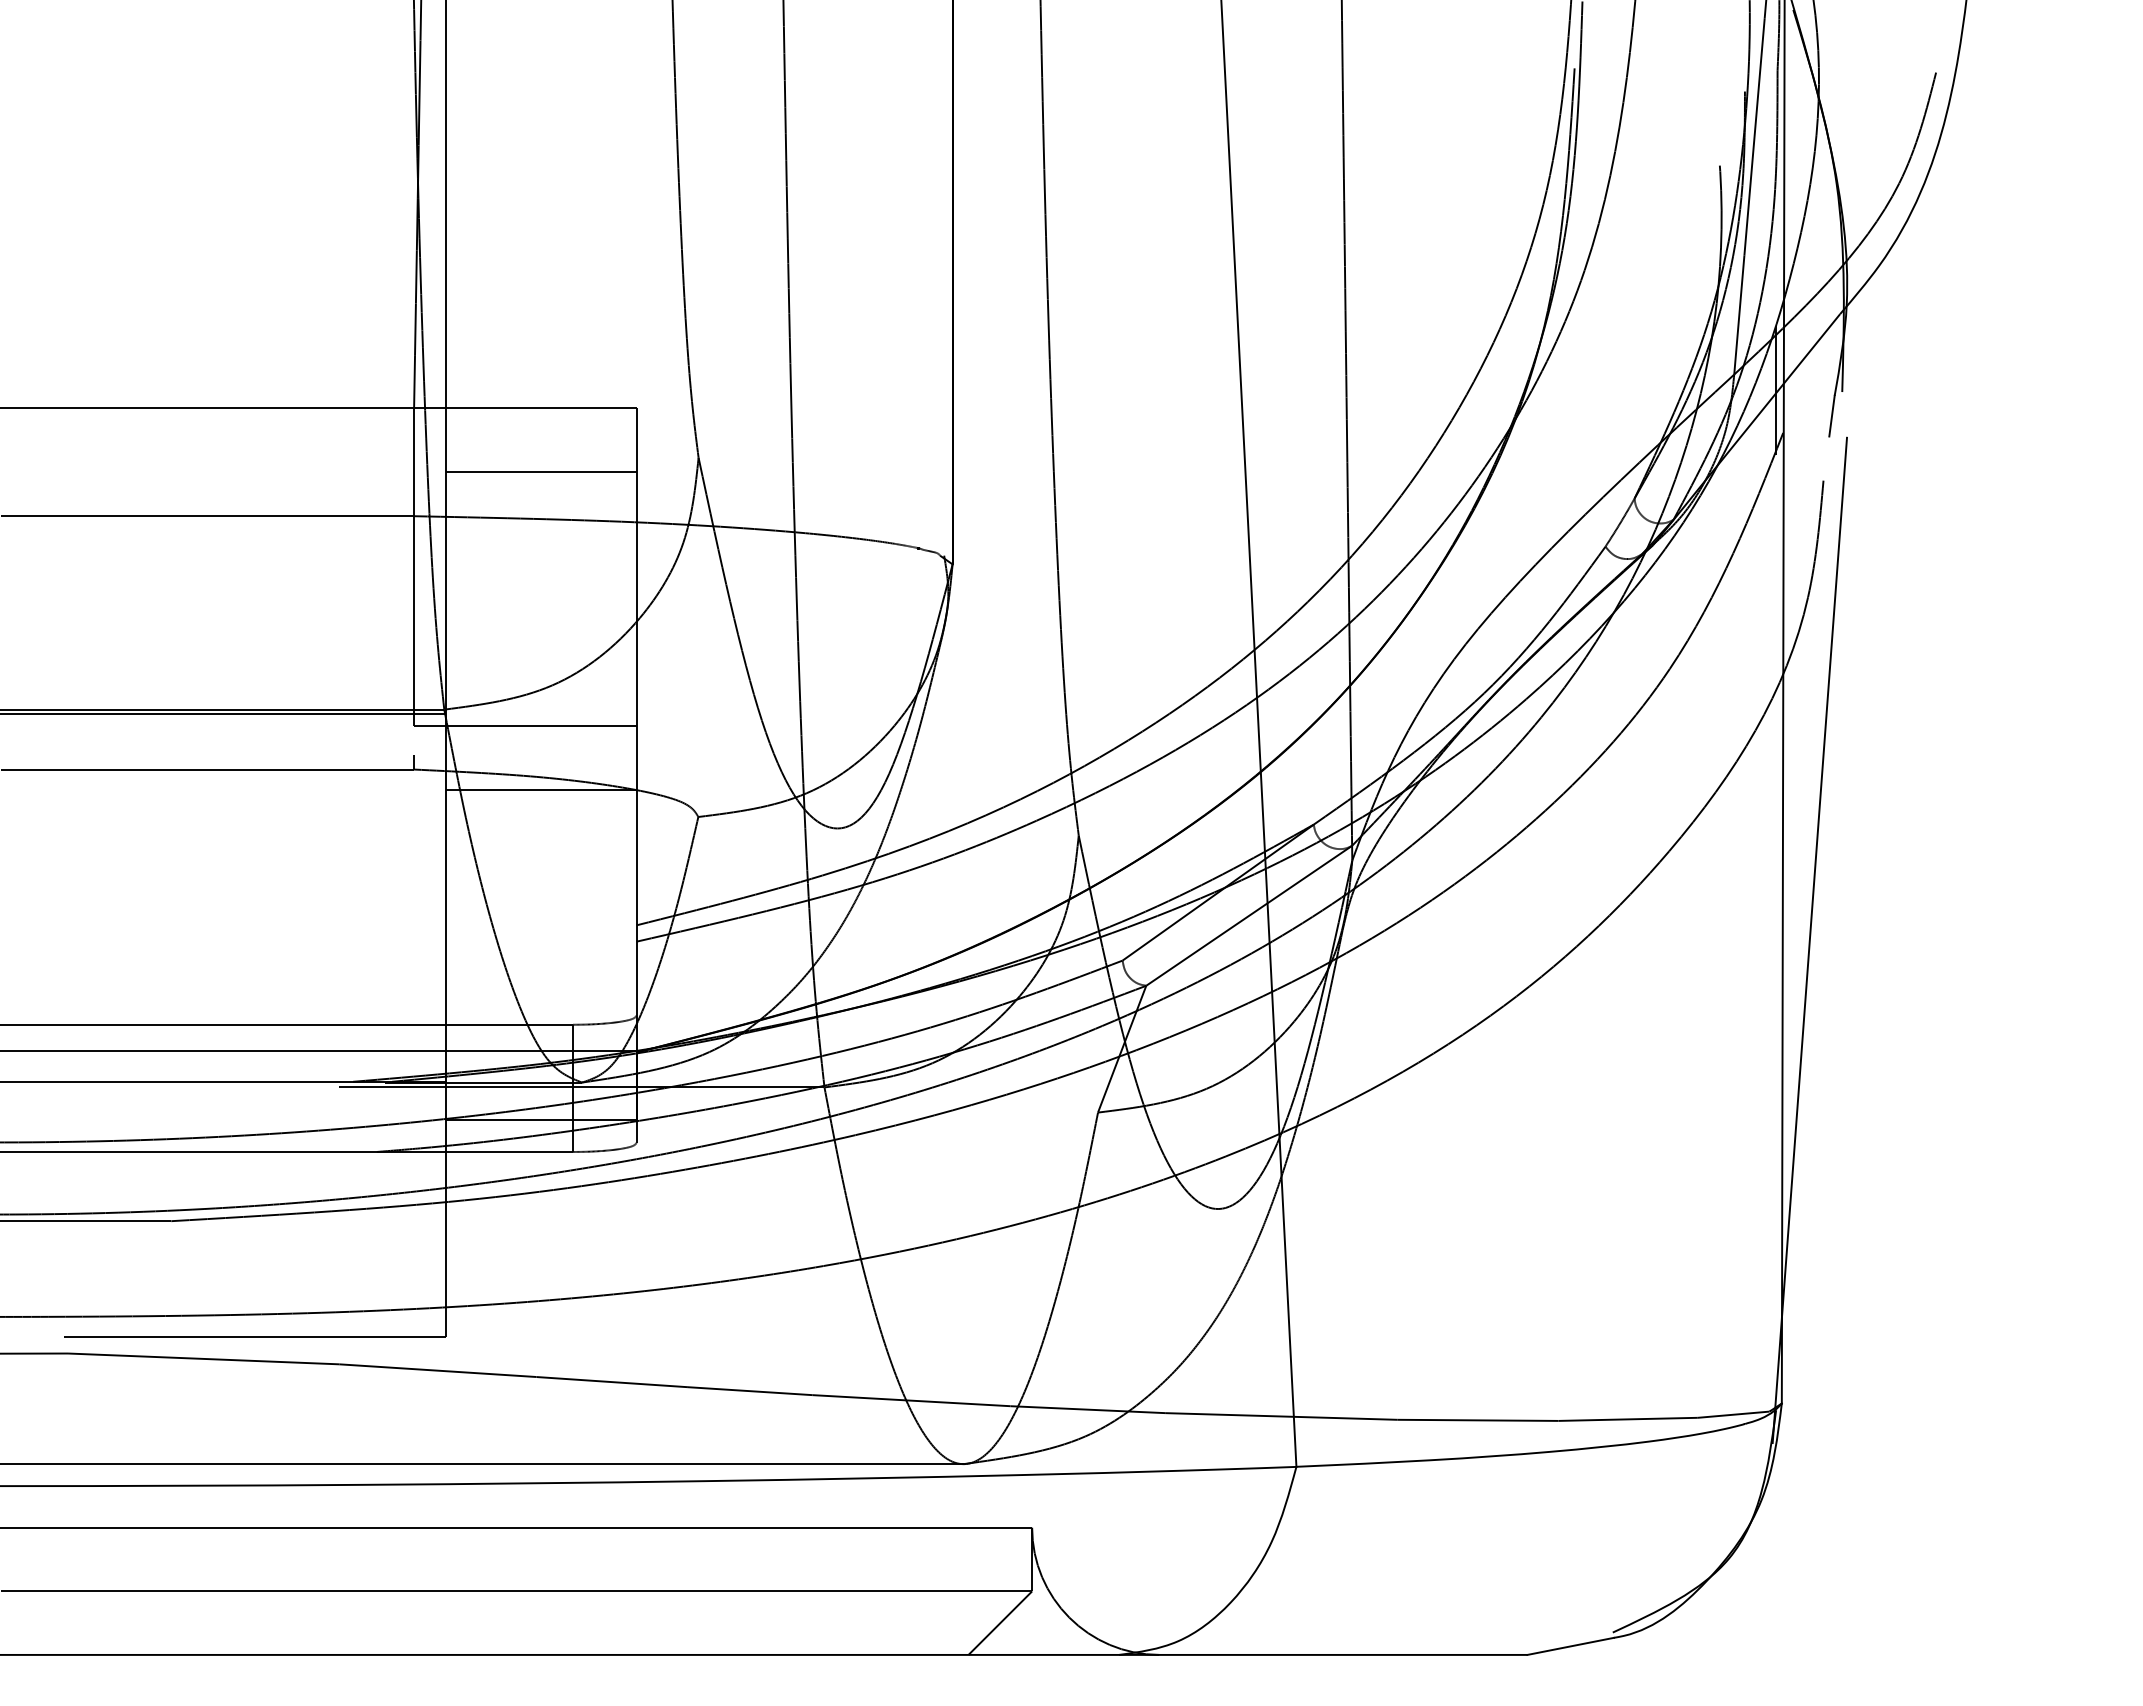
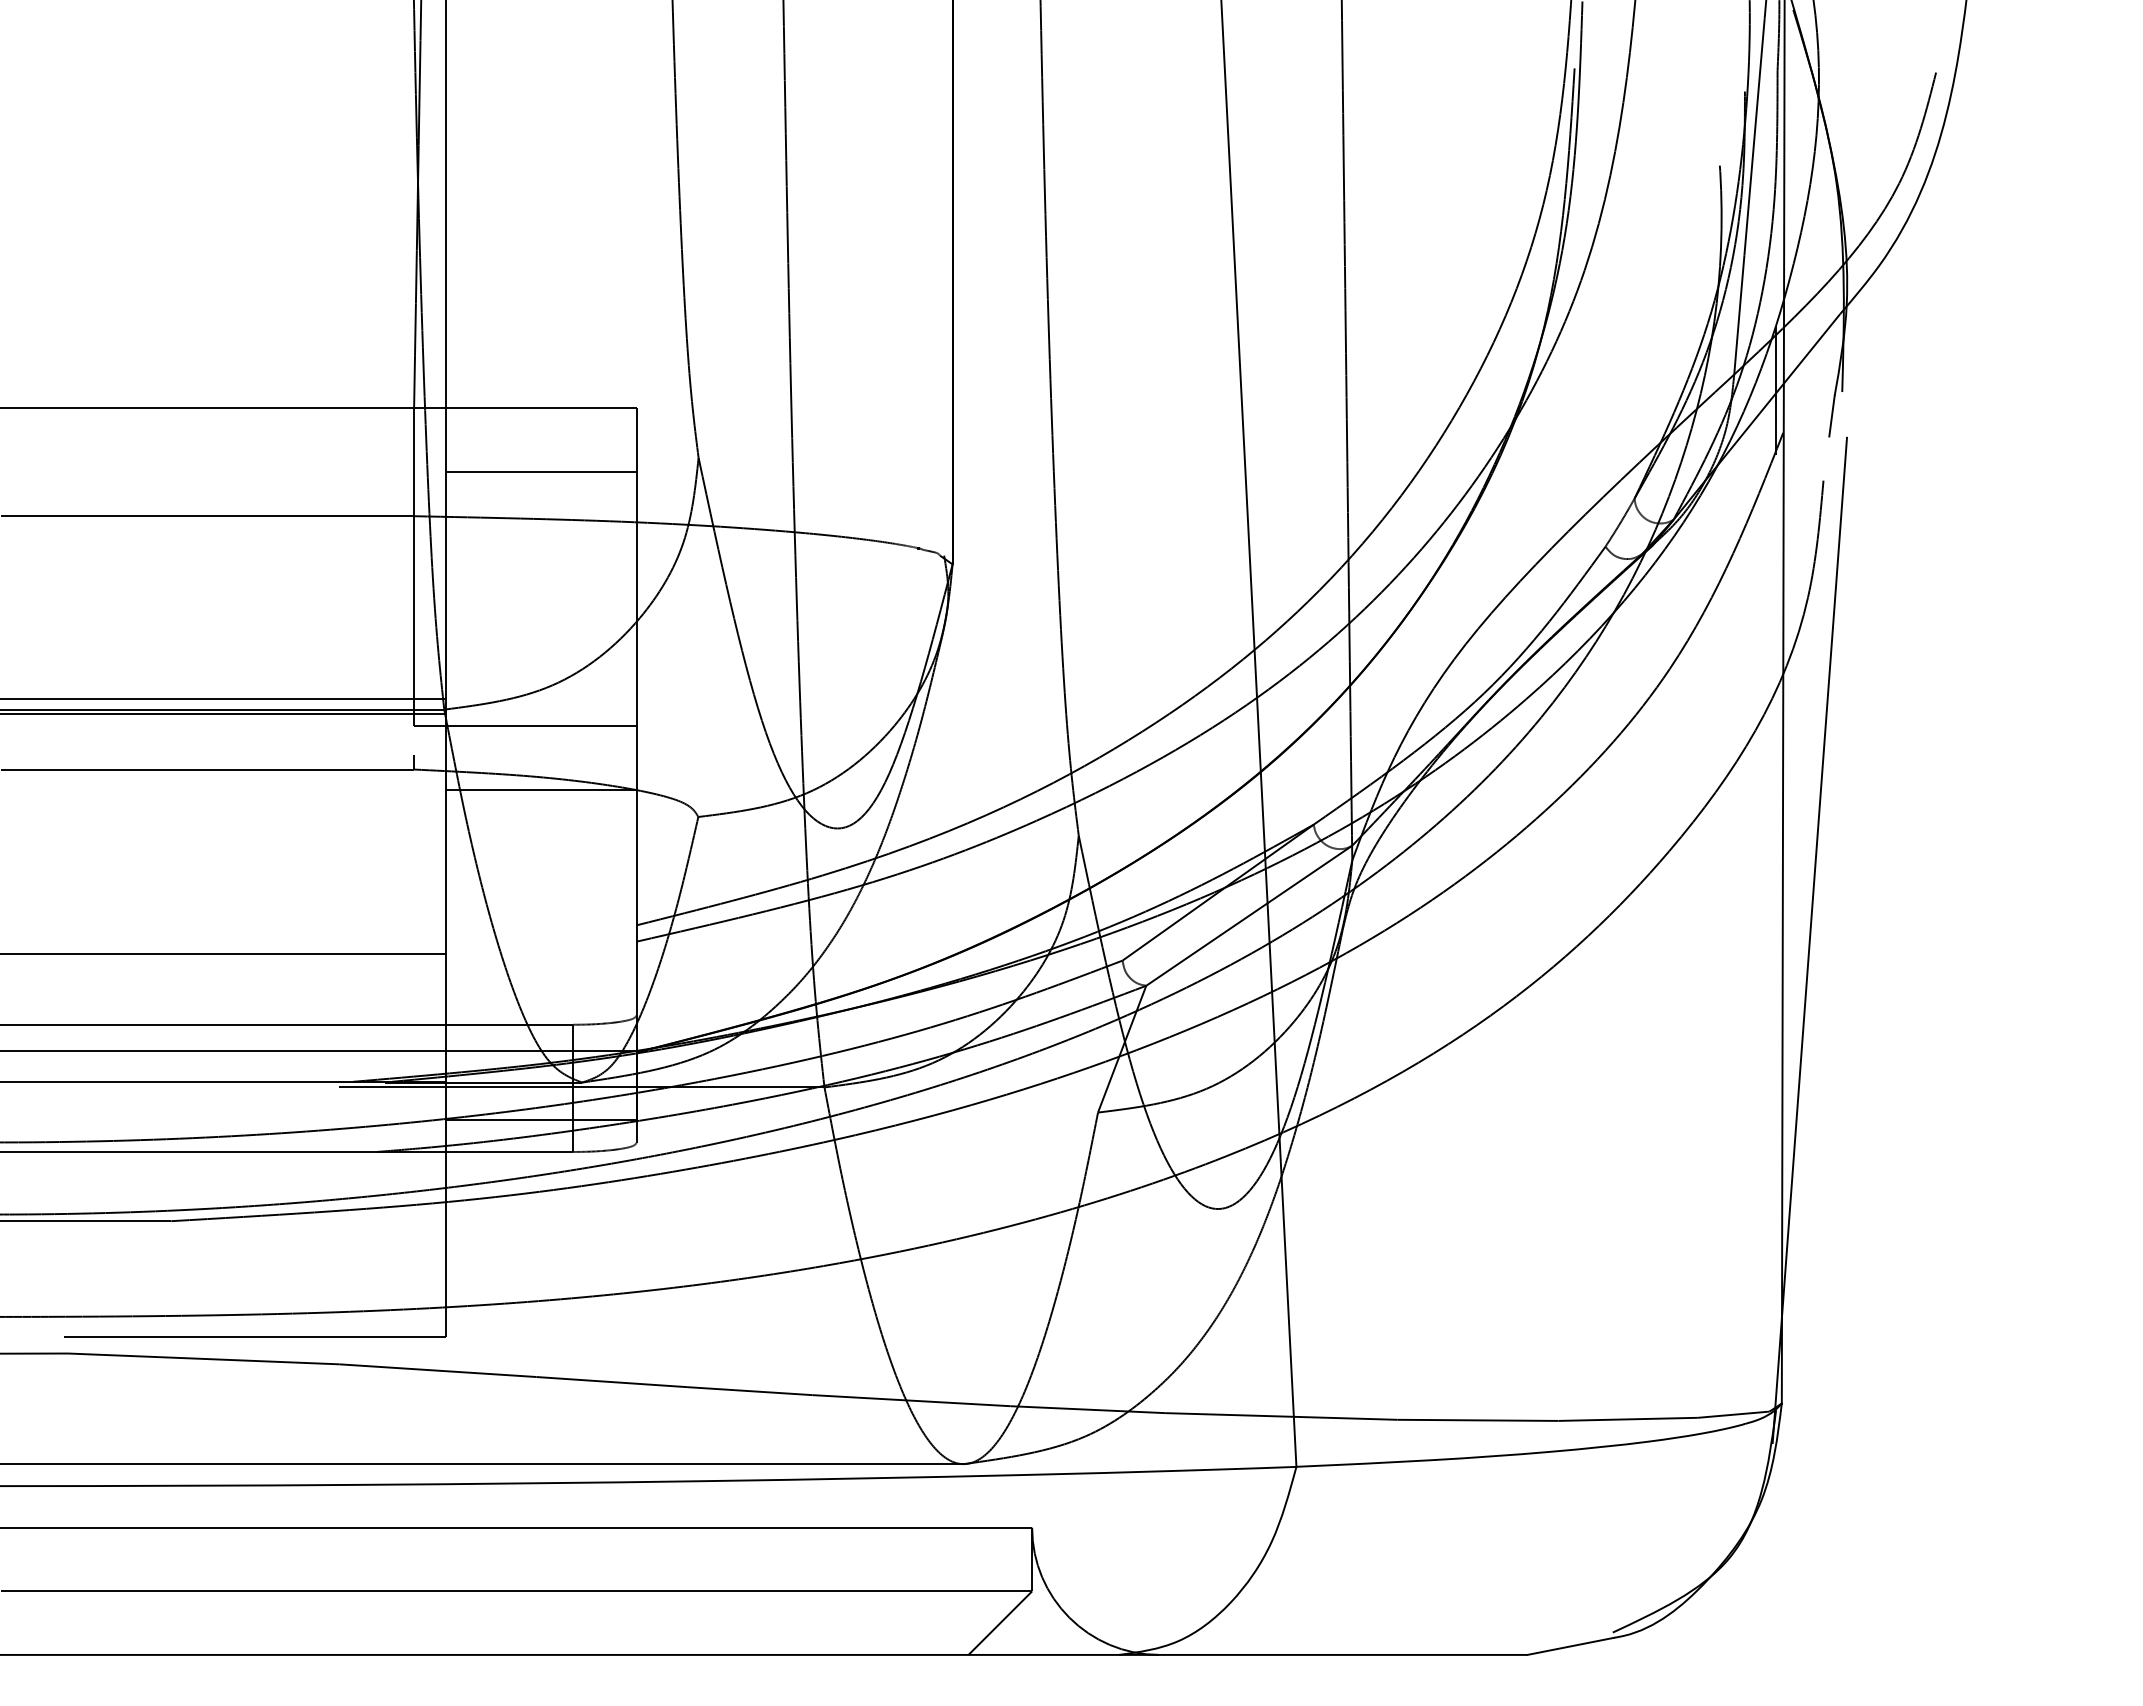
line at (223, 699): none -> present
line at (223, 953): none -> present
